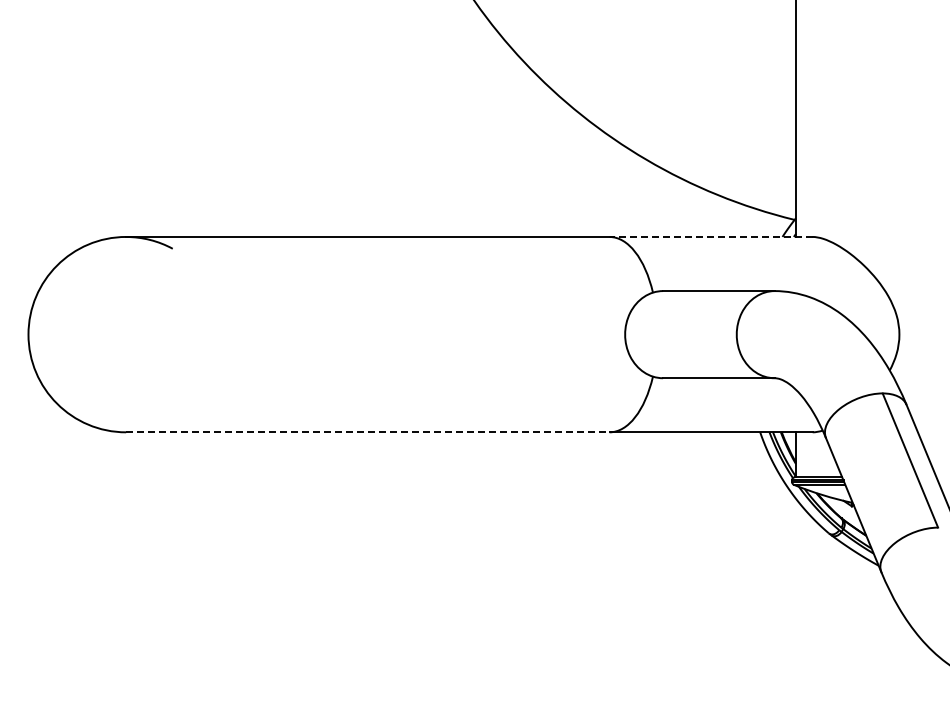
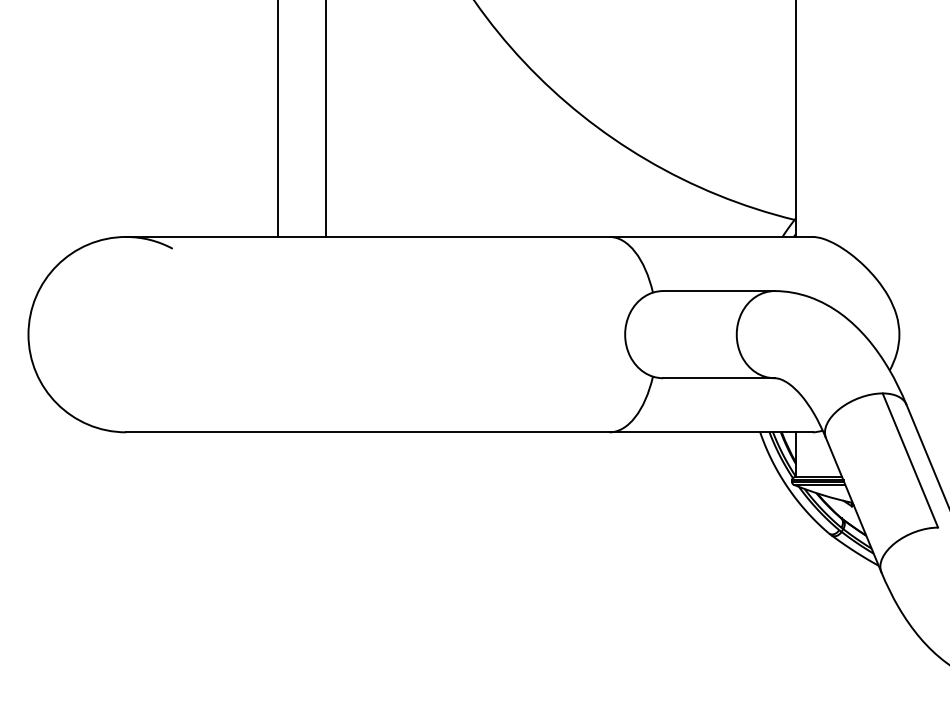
line at (277, 119): none -> present
line at (326, 119): none -> present
line at (711, 236): dashed -> solid
line at (367, 432): dashed -> solid
